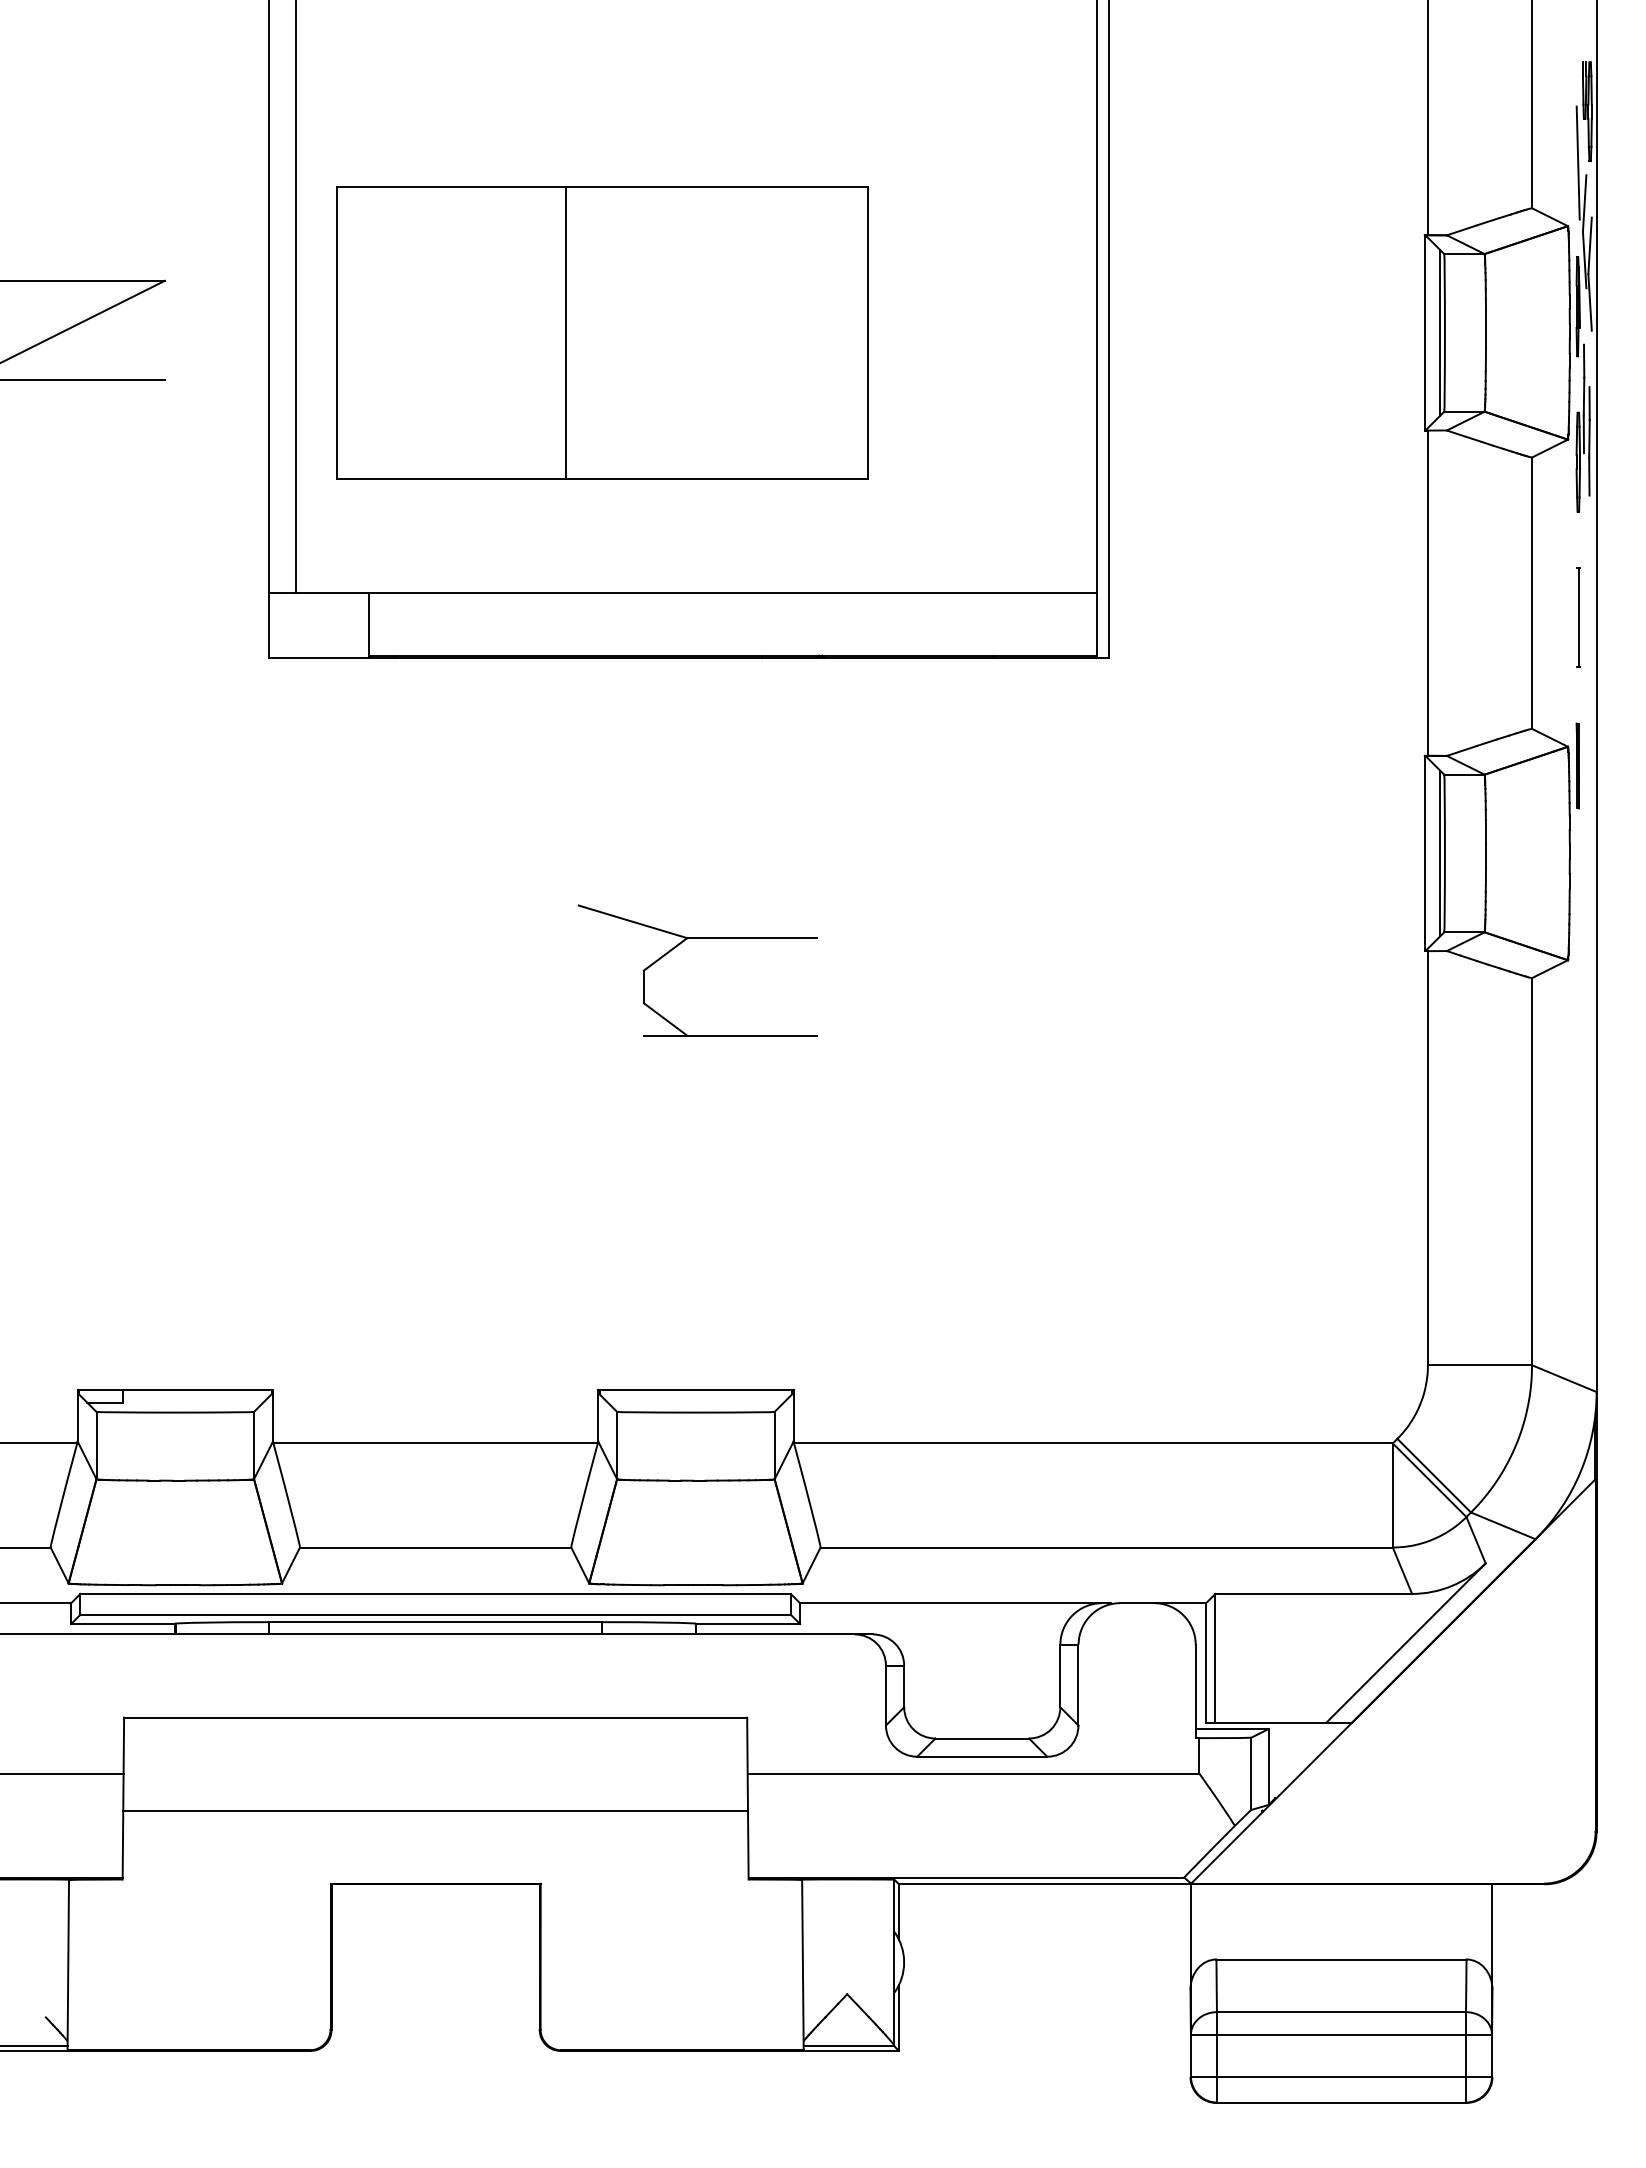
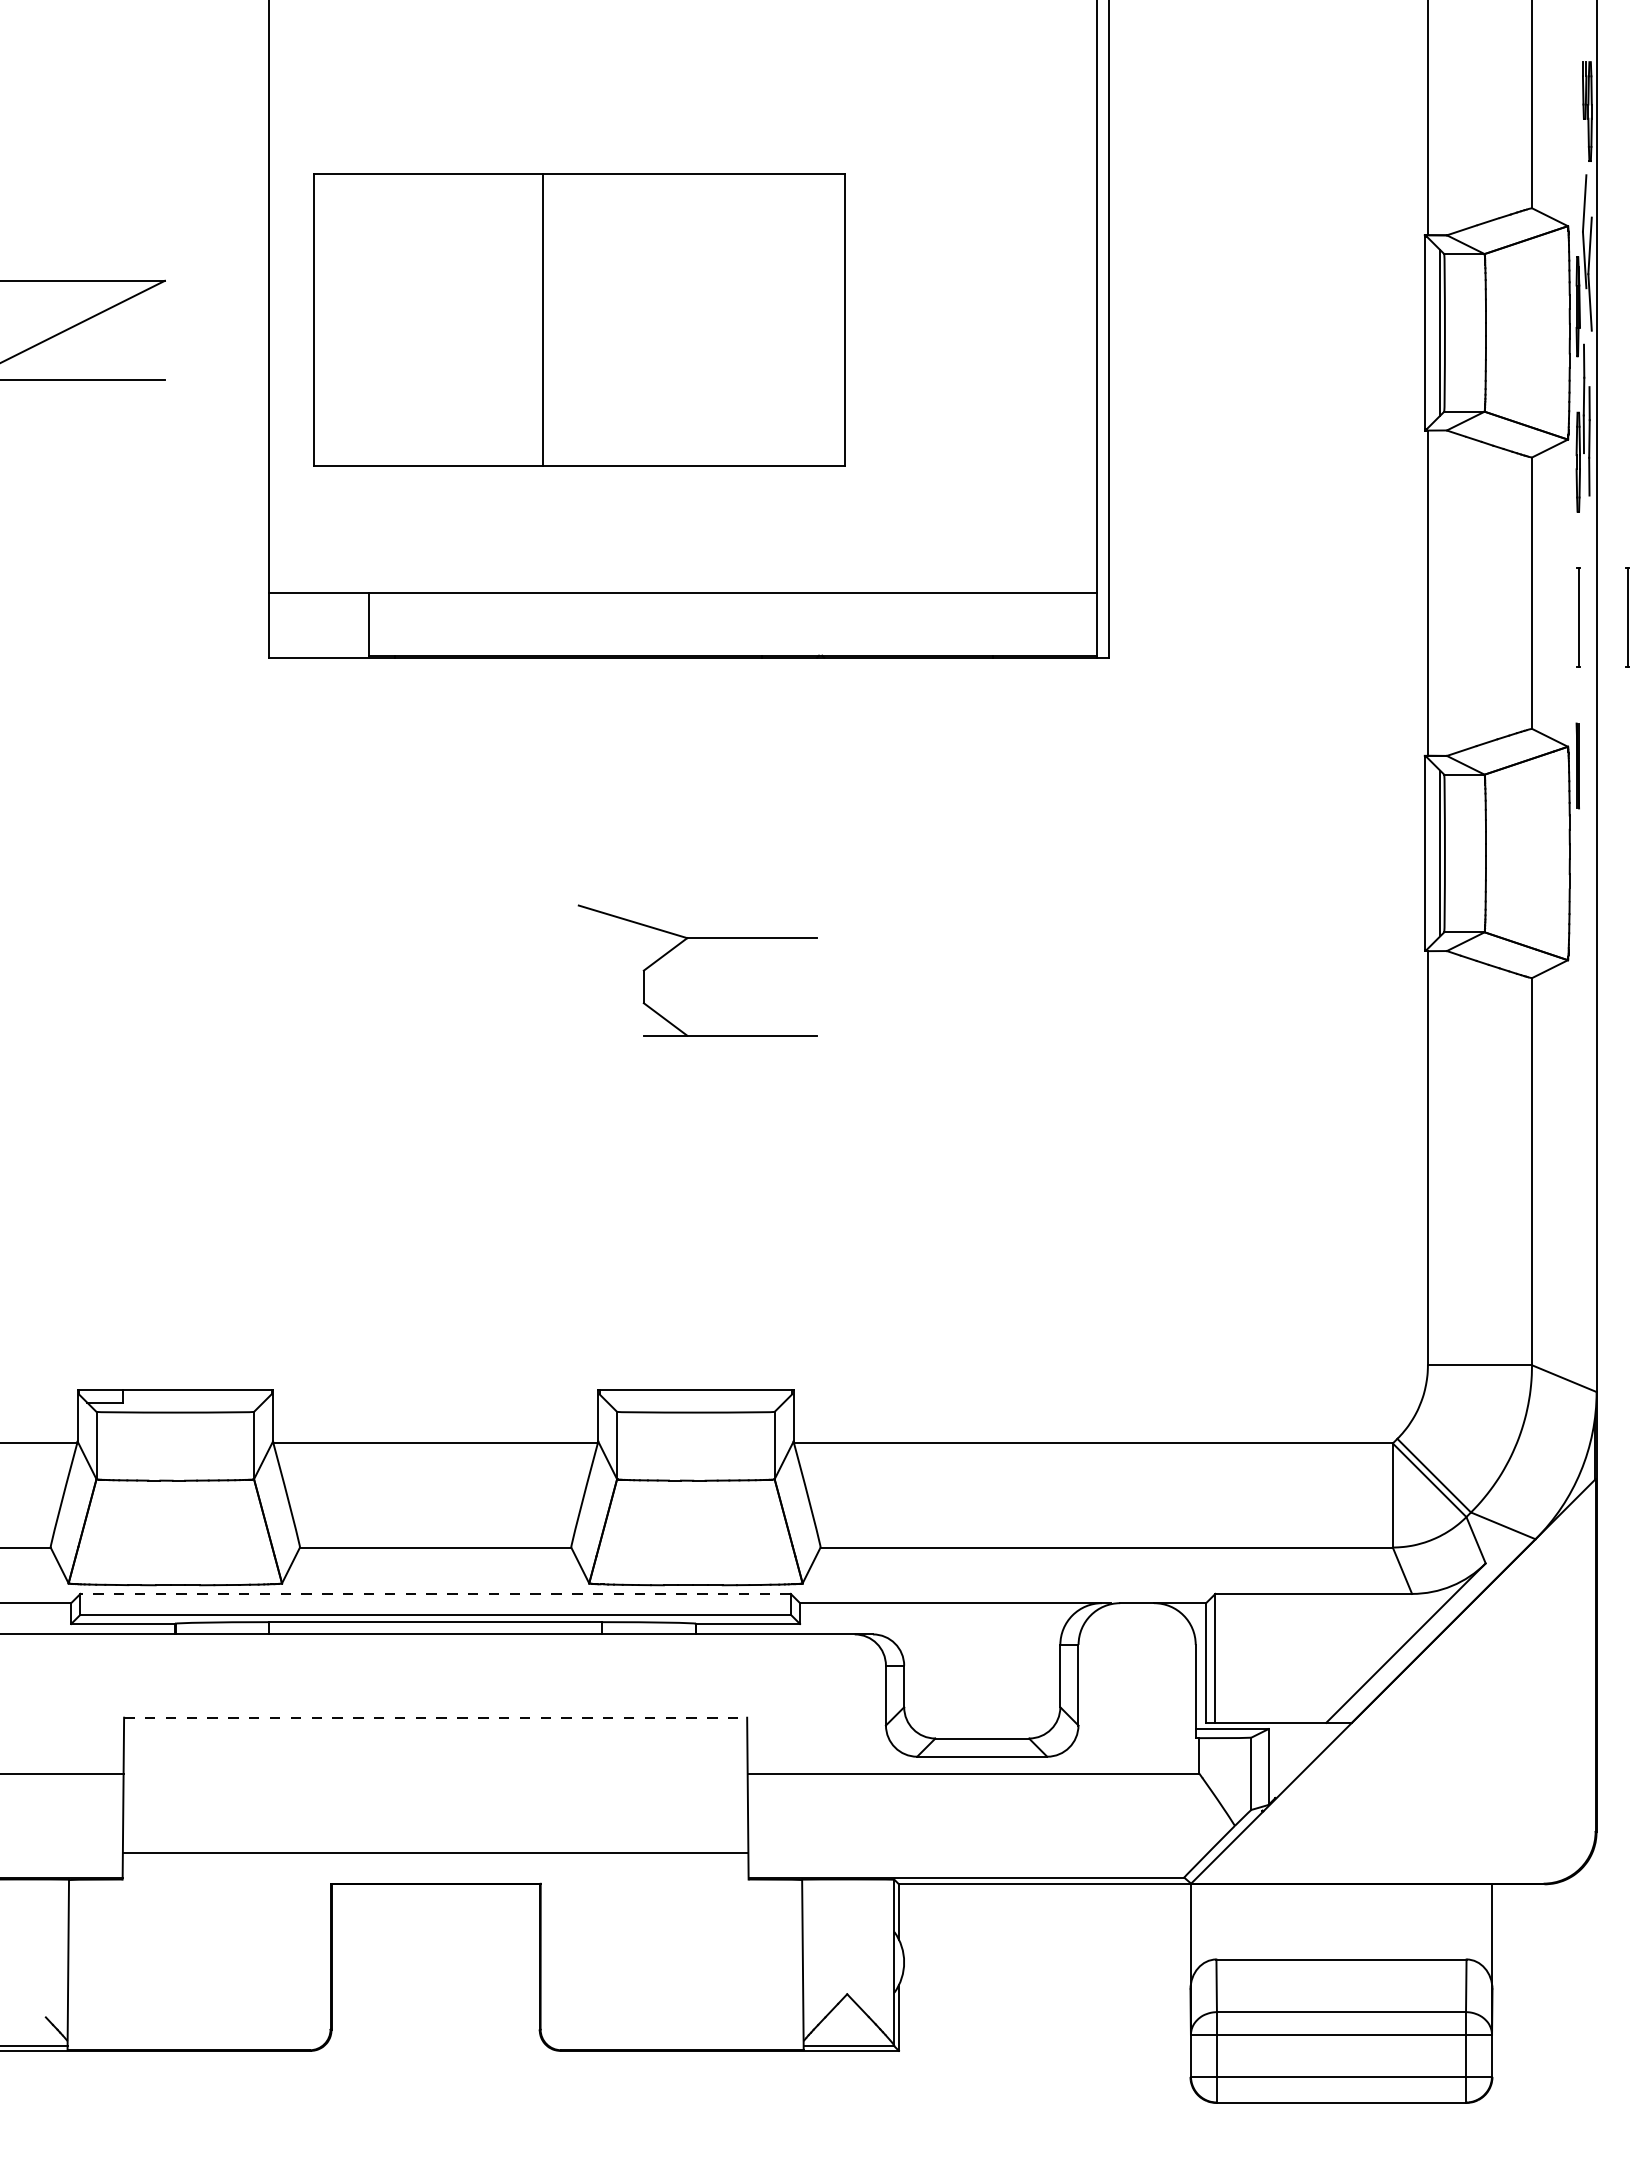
line at (1577, 162): present -> none
line at (295, 297): present -> none
part at (602, 332) position: (602, 332) -> (579, 319)
part at (1627, 617): none -> present
line at (435, 1593): solid -> dashed
line at (435, 1717): solid -> dashed
line at (435, 1811) position: (435, 1811) -> (435, 1853)
